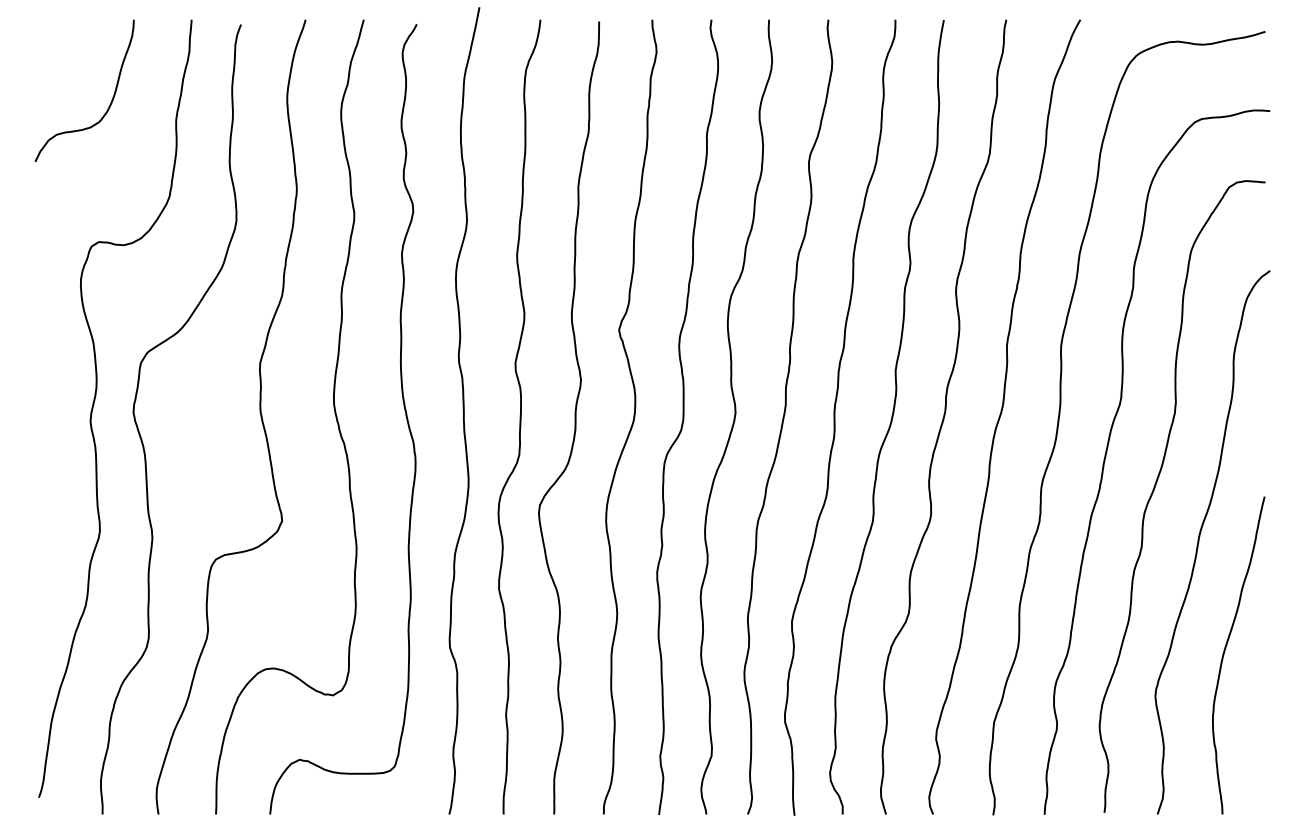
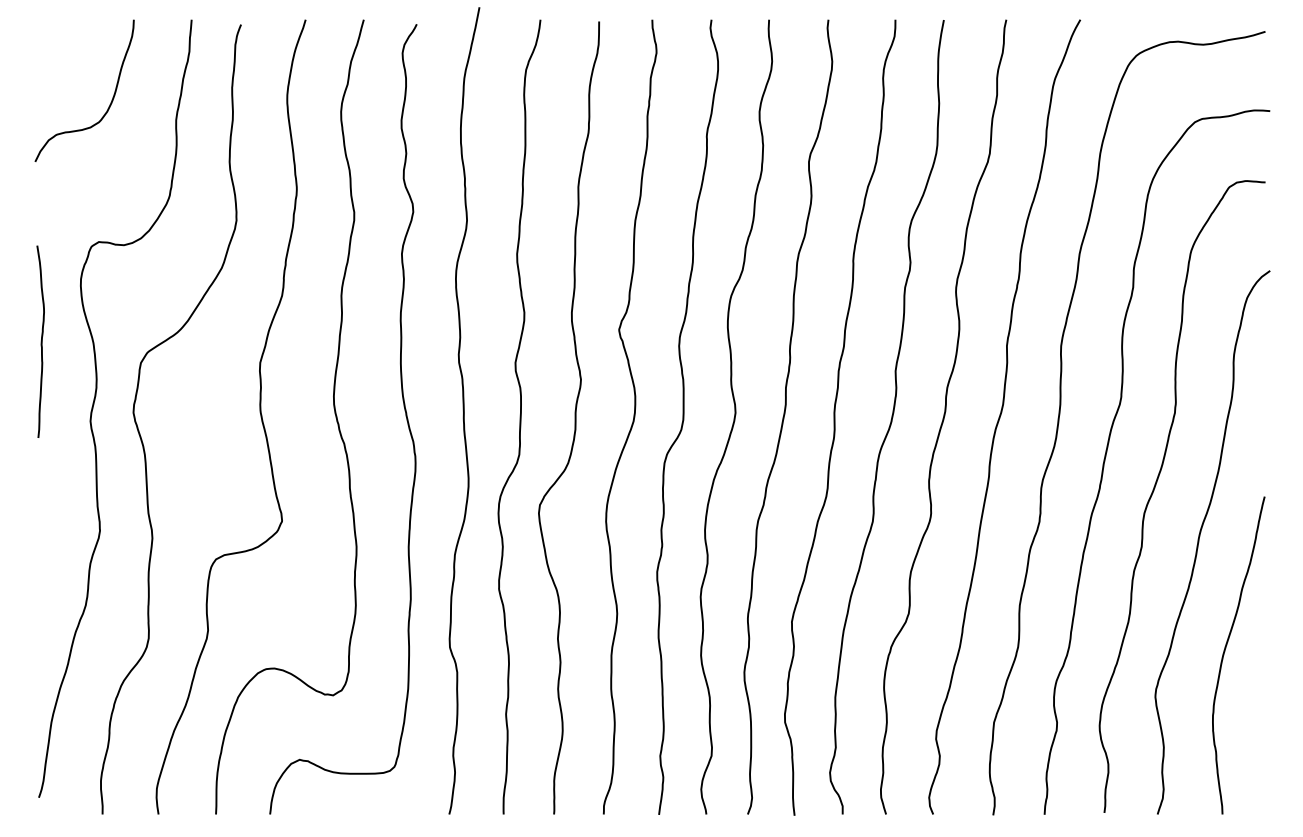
curve at (40, 341): none -> present
